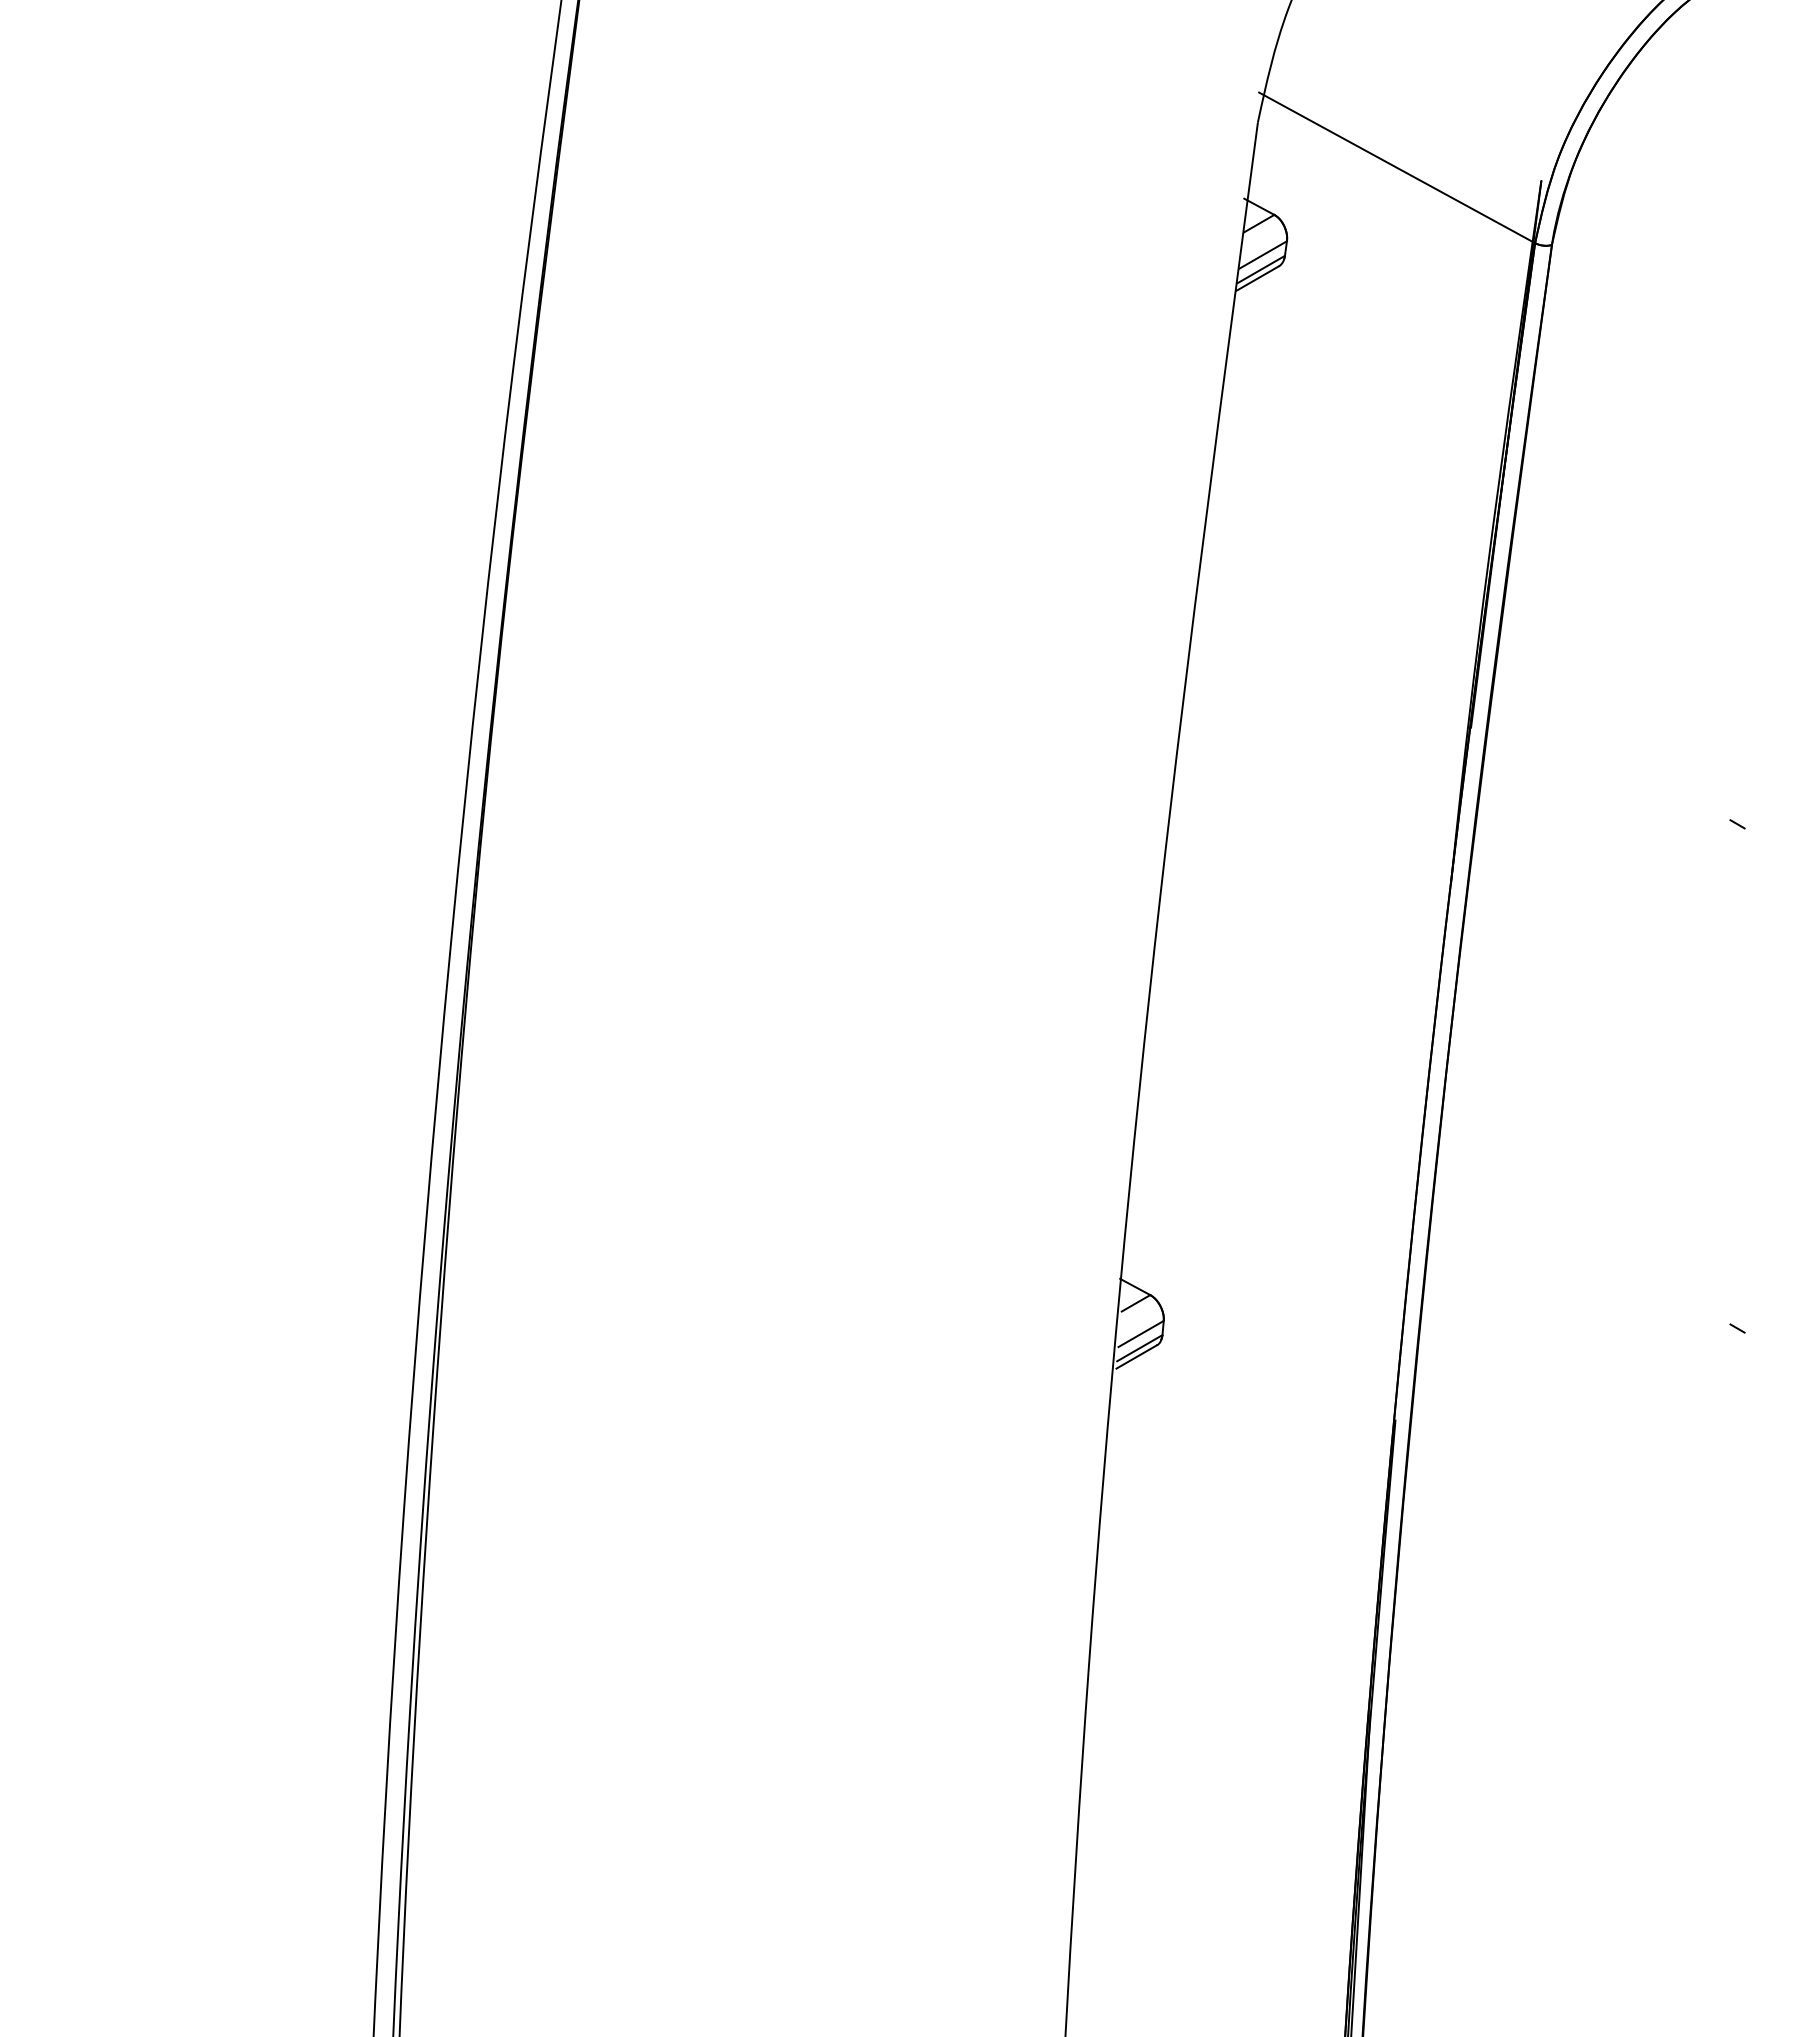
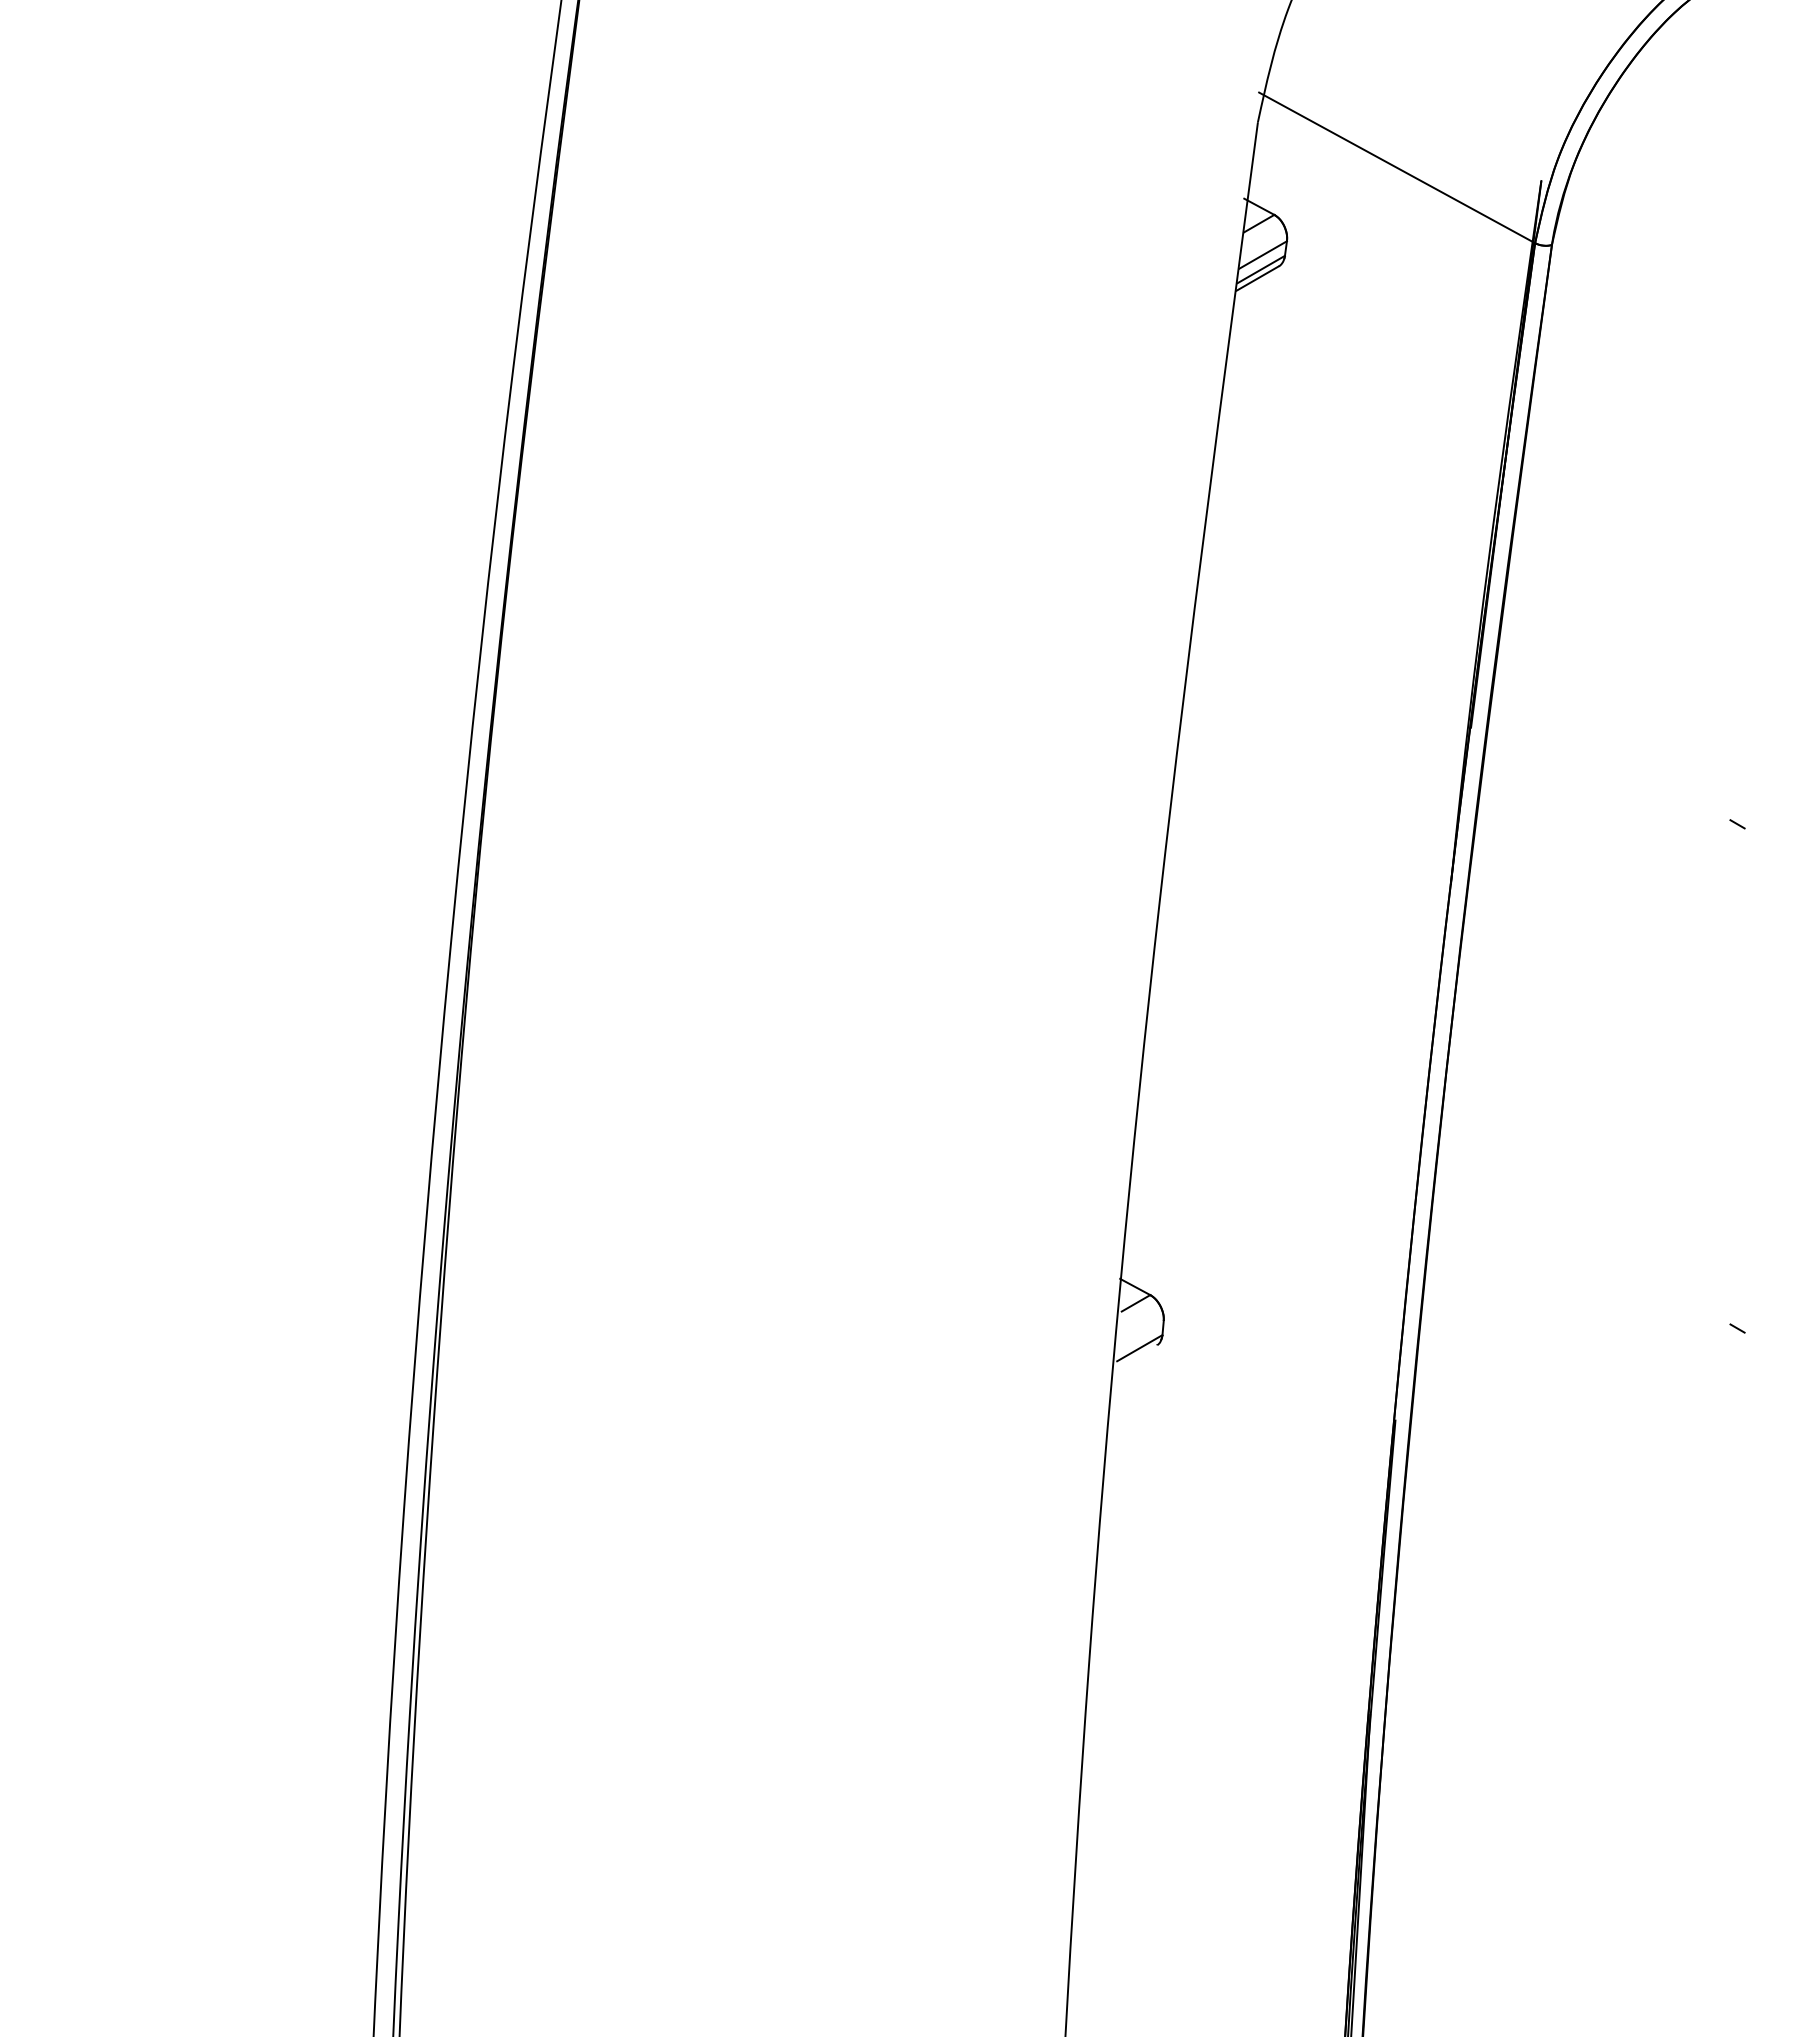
line at (1140, 1333): present -> none
line at (1136, 1356): present -> none
